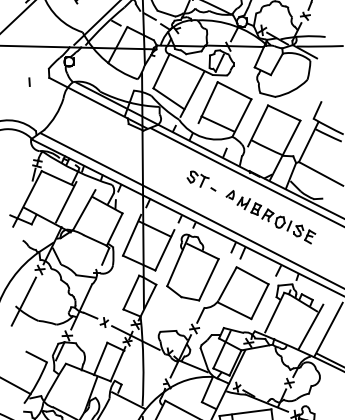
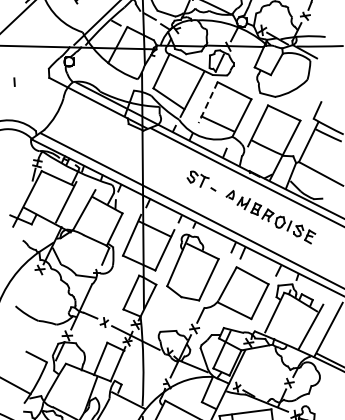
line at (29, 81) position: (29, 81) -> (14, 81)
line at (208, 102): solid -> dashed
line at (23, 301): present -> none
